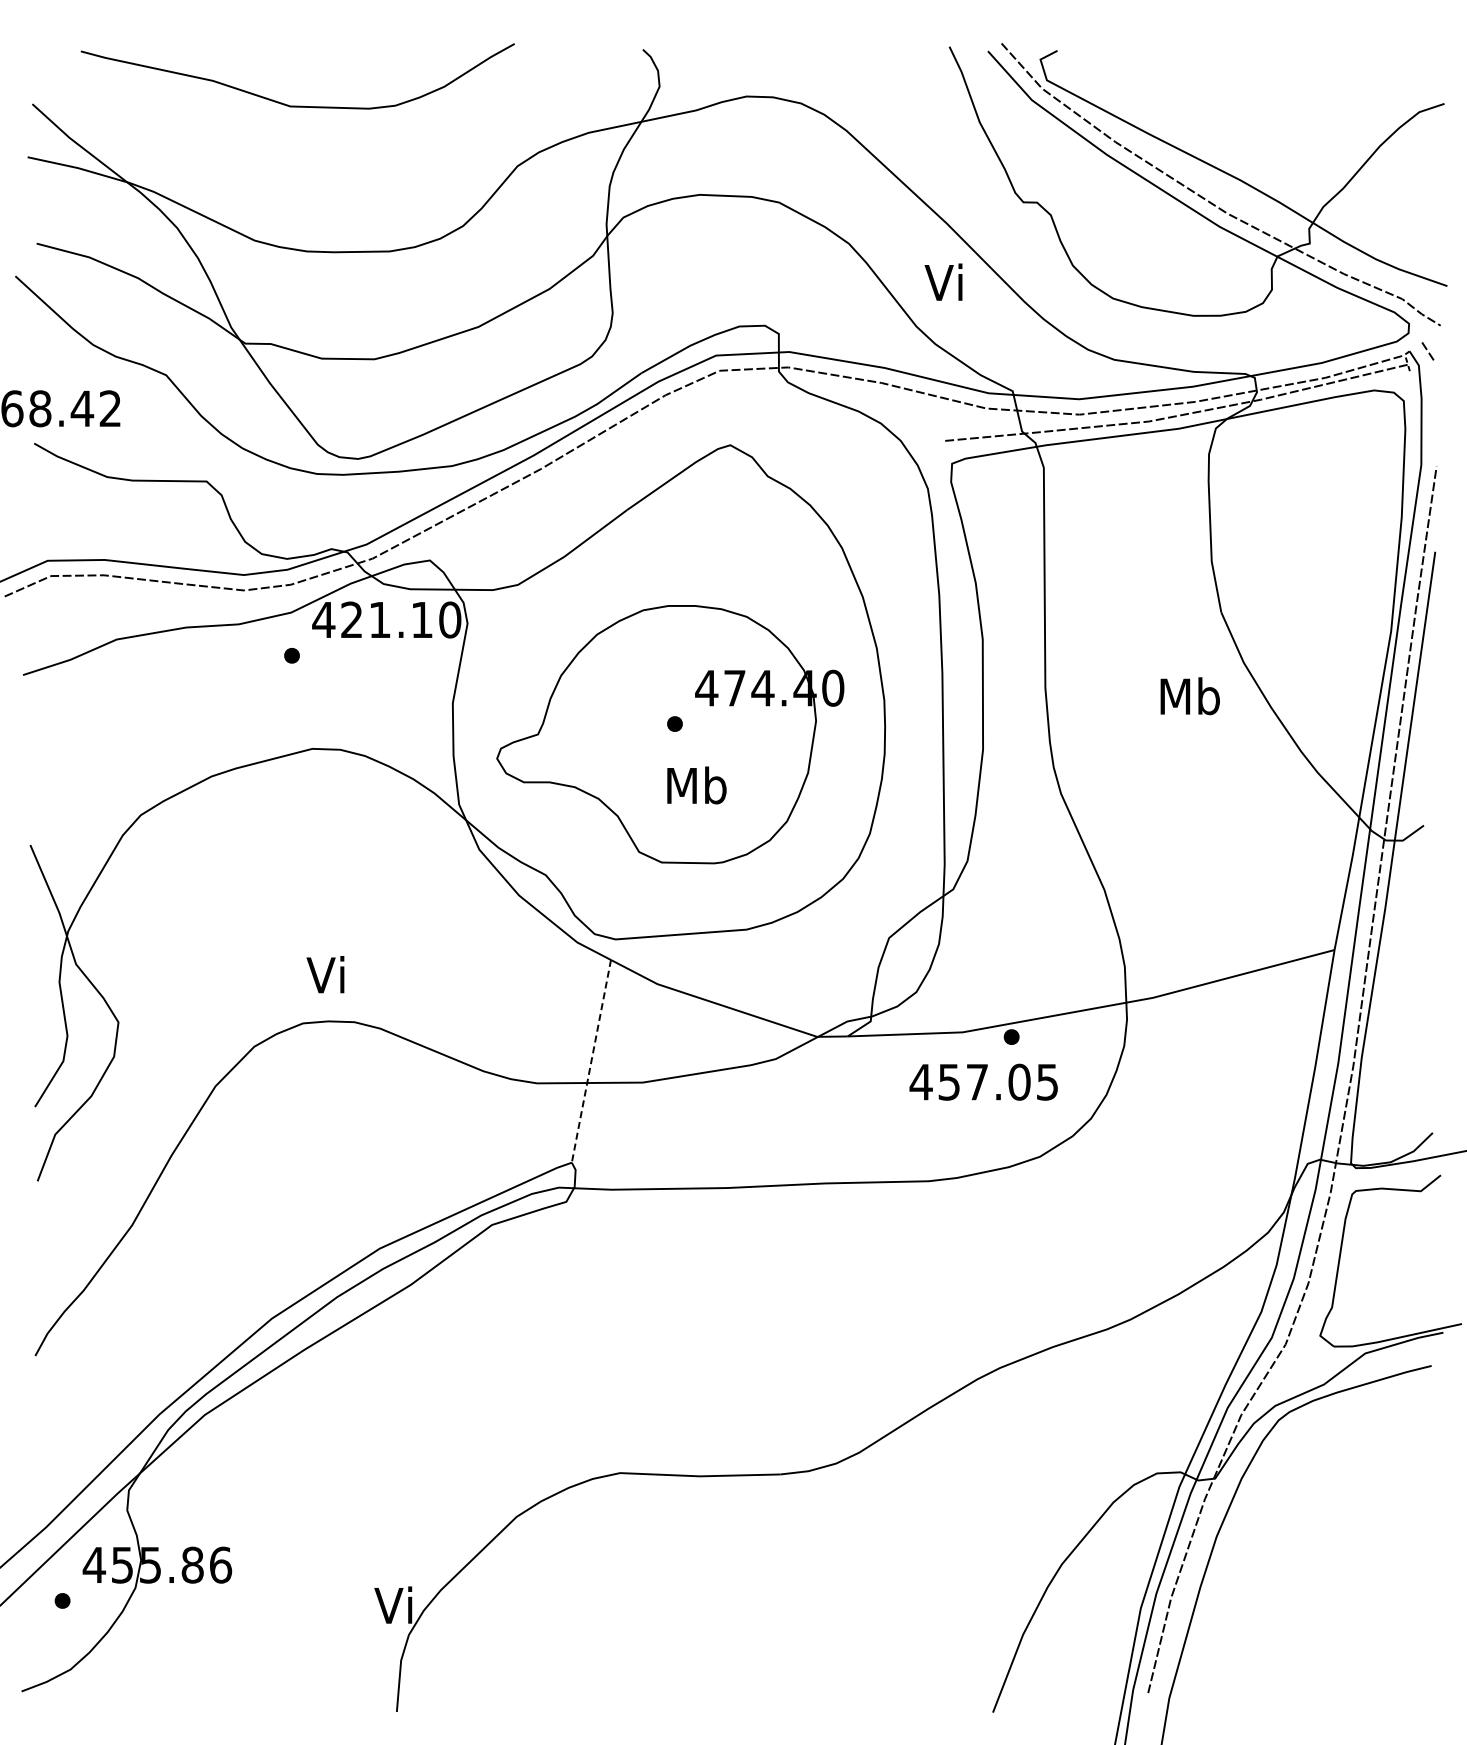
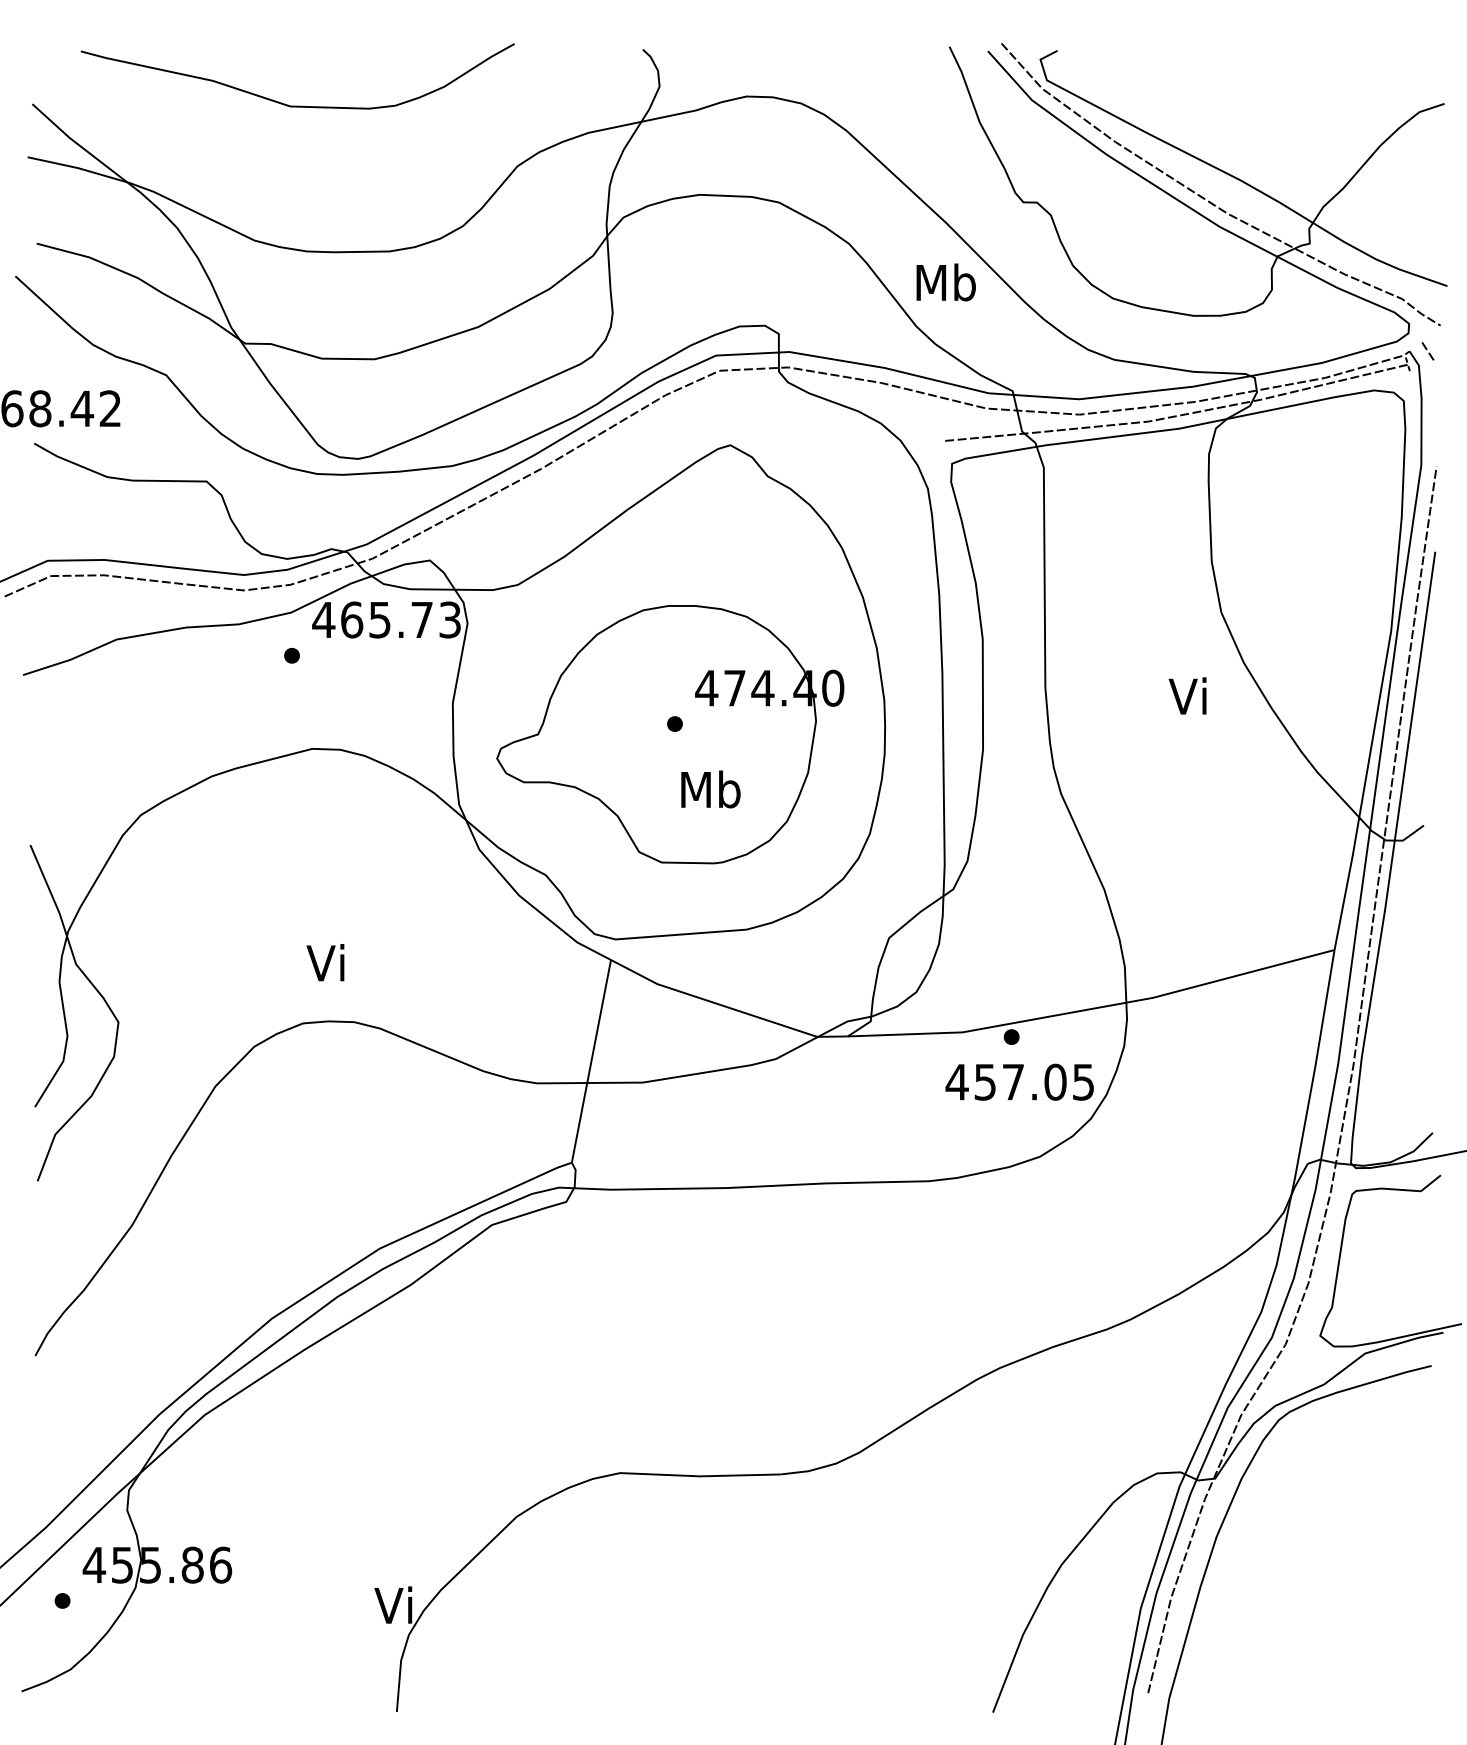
text at (945, 282): Vi -> Mb
text at (401, 619): 421.10 -> 465.73
text at (1189, 696): Mb -> Vi
text at (696, 785) position: (696, 785) -> (710, 789)
text at (325, 974) position: (325, 974) -> (325, 962)
line at (591, 1061): dashed -> solid
text at (983, 1081) position: (983, 1081) -> (1019, 1081)
